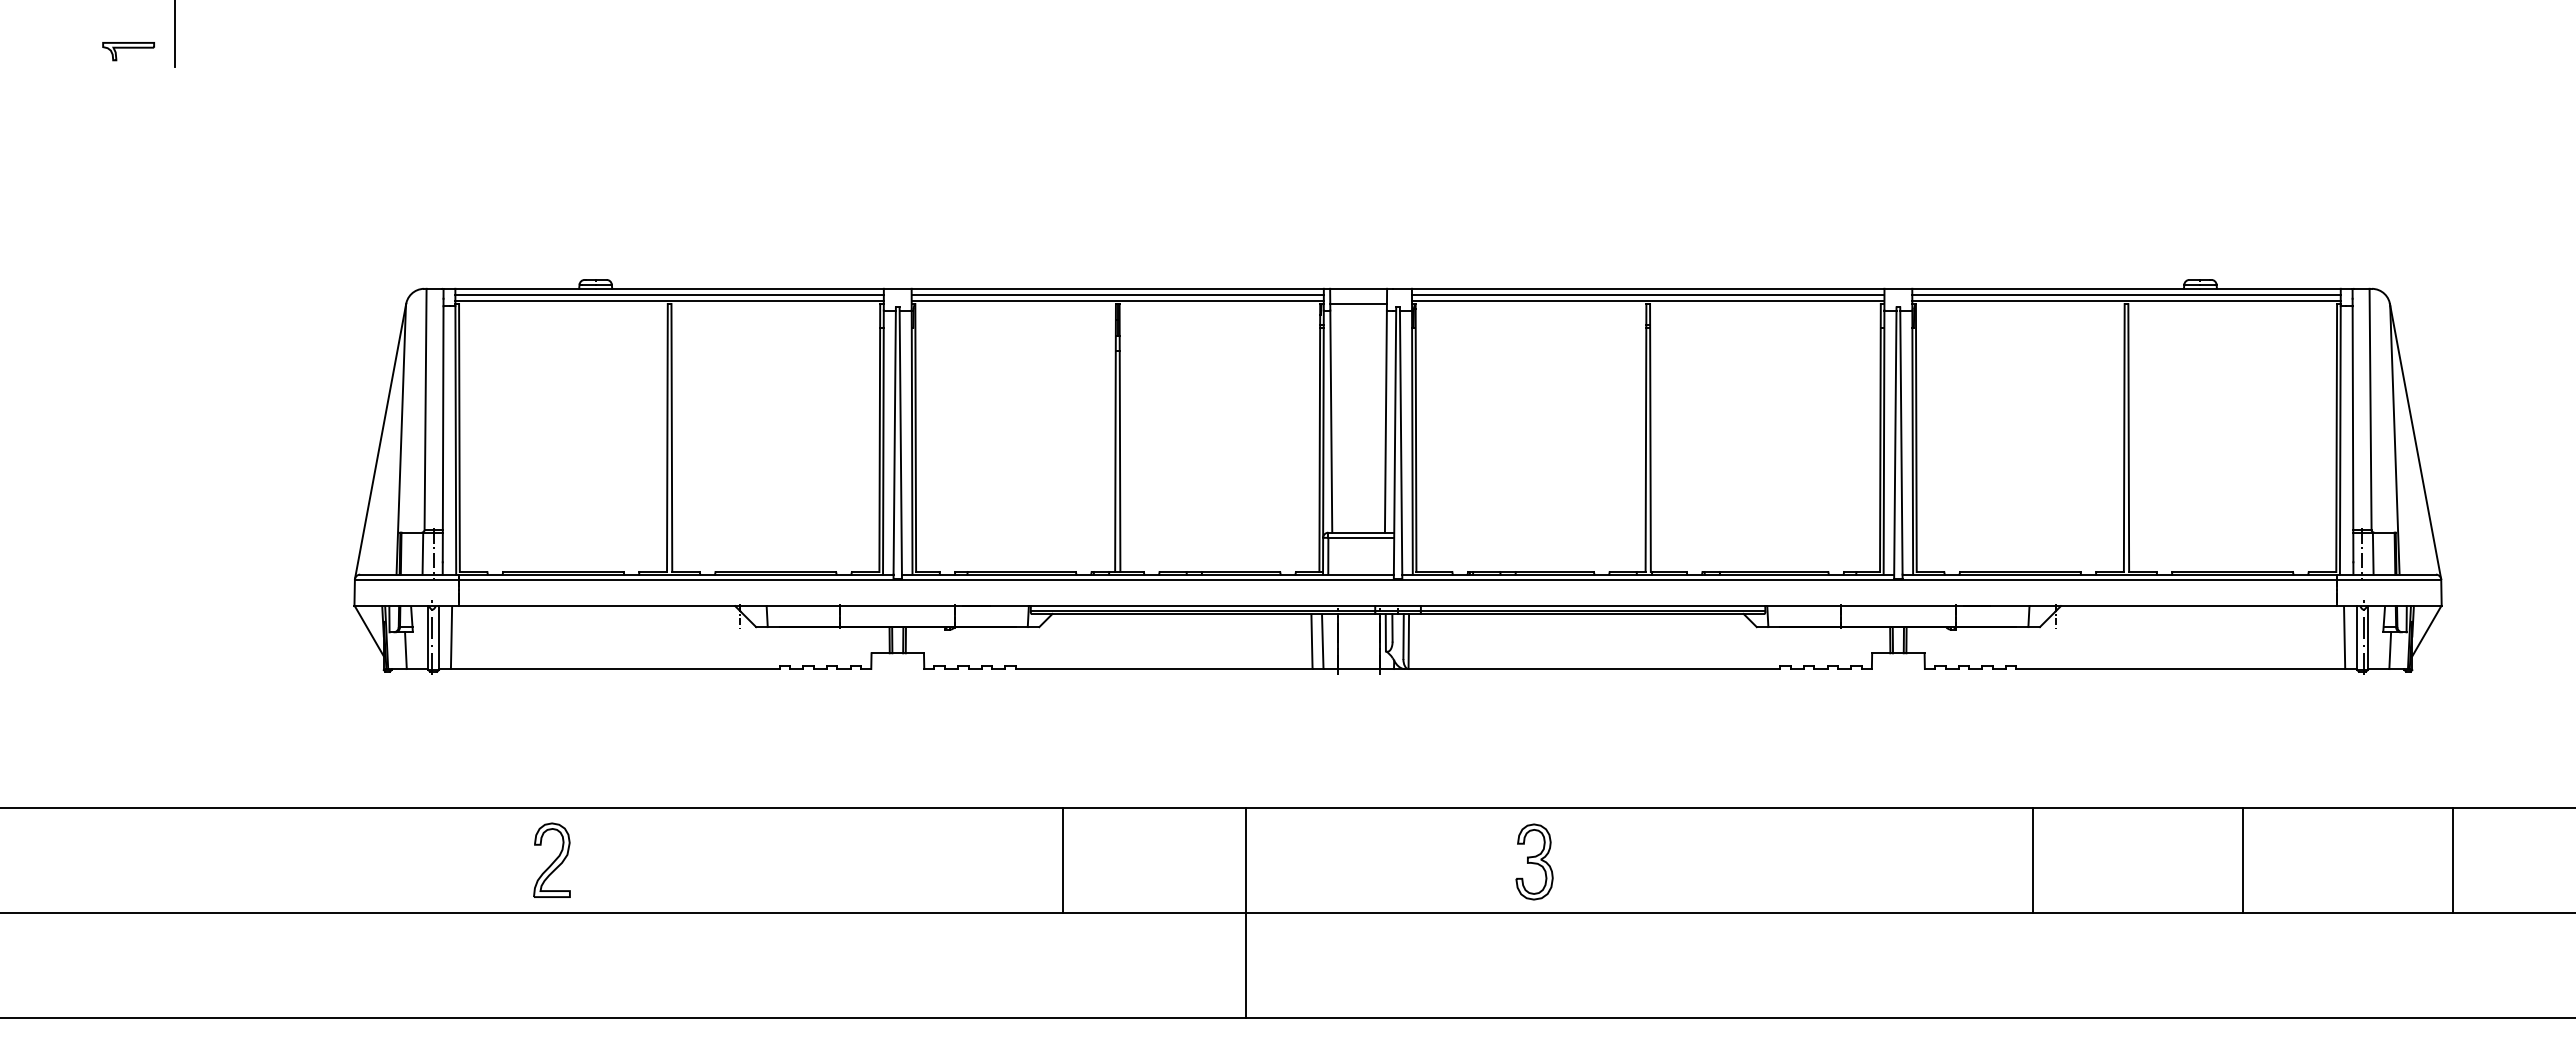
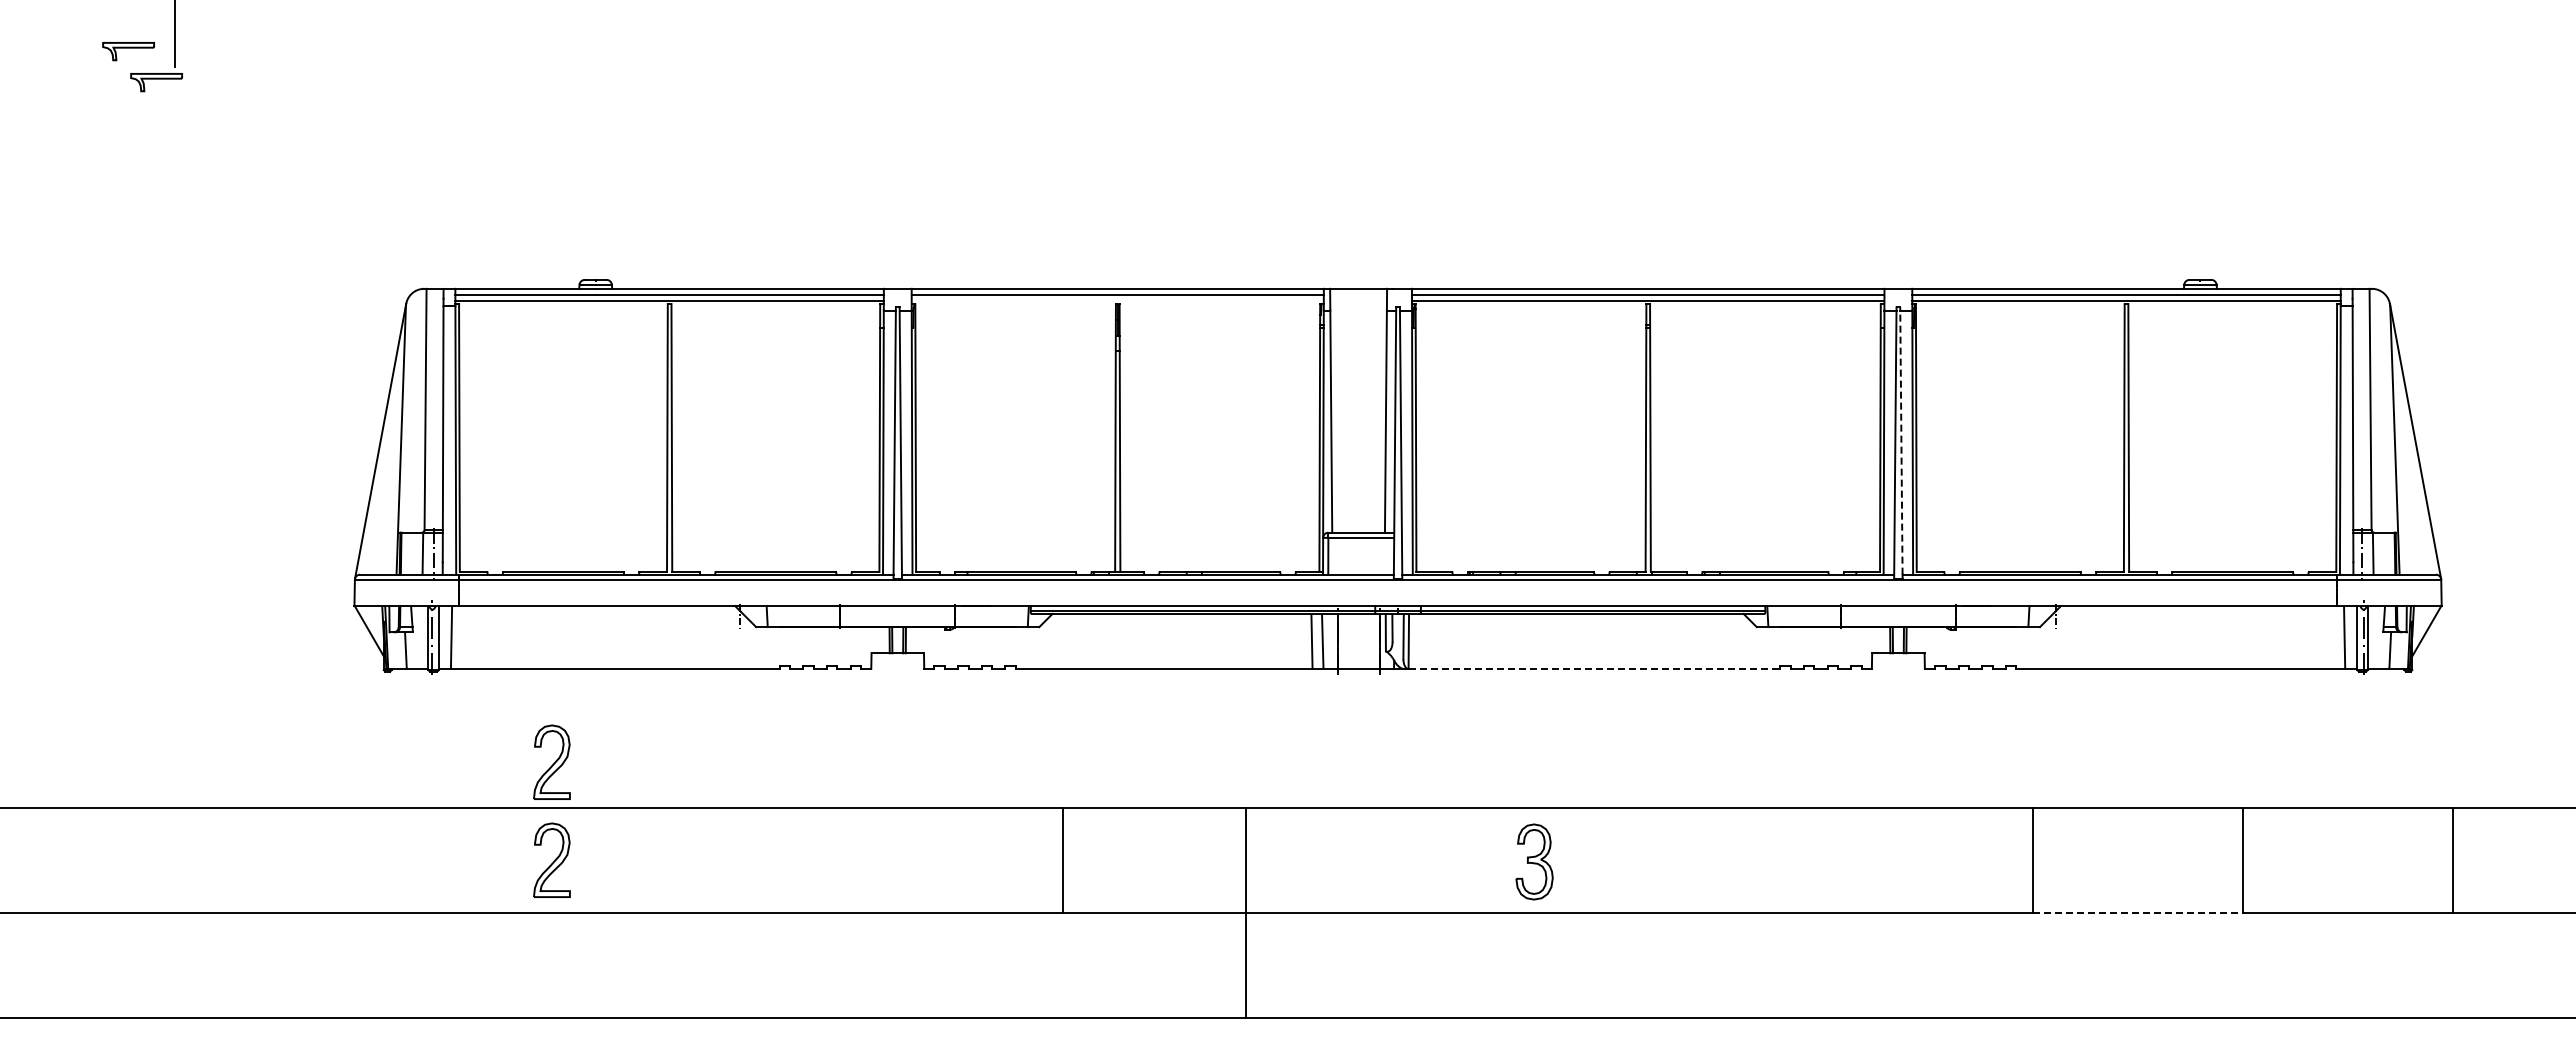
part at (156, 82): none -> present
line at (1117, 301): present -> none
line at (1358, 304): present -> none
line at (1901, 441): solid -> dashed
line at (1594, 669): solid -> dashed
part at (551, 761): none -> present
line at (2138, 912): solid -> dashed
